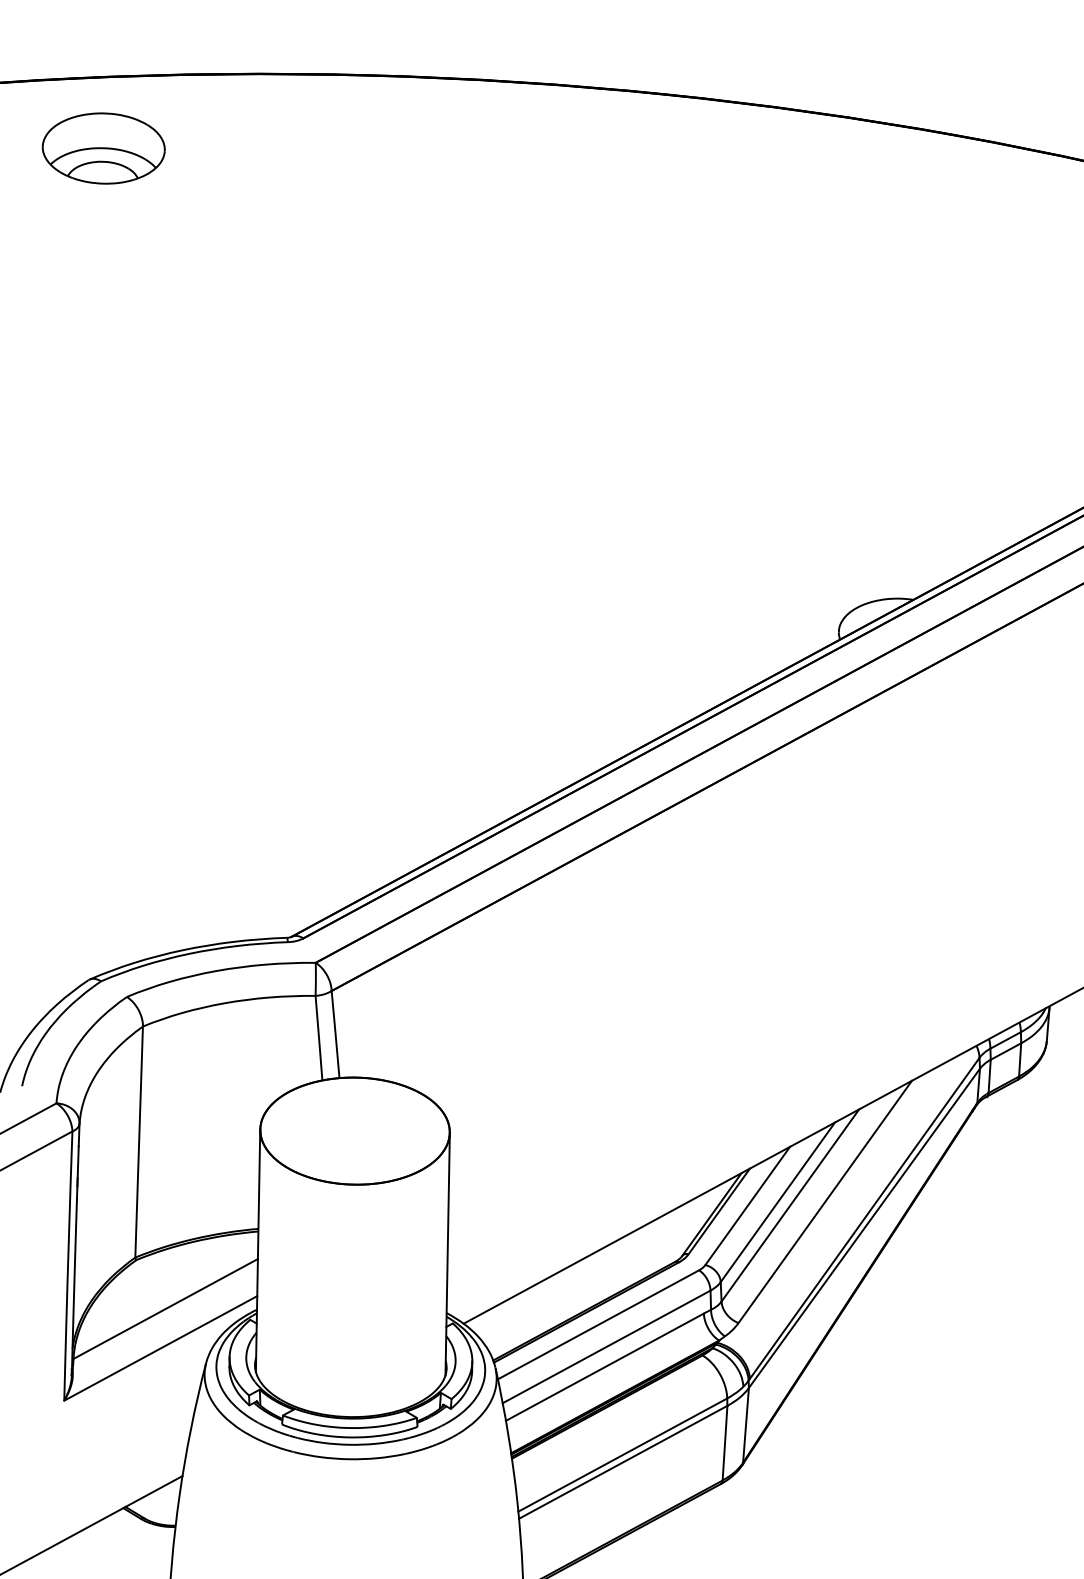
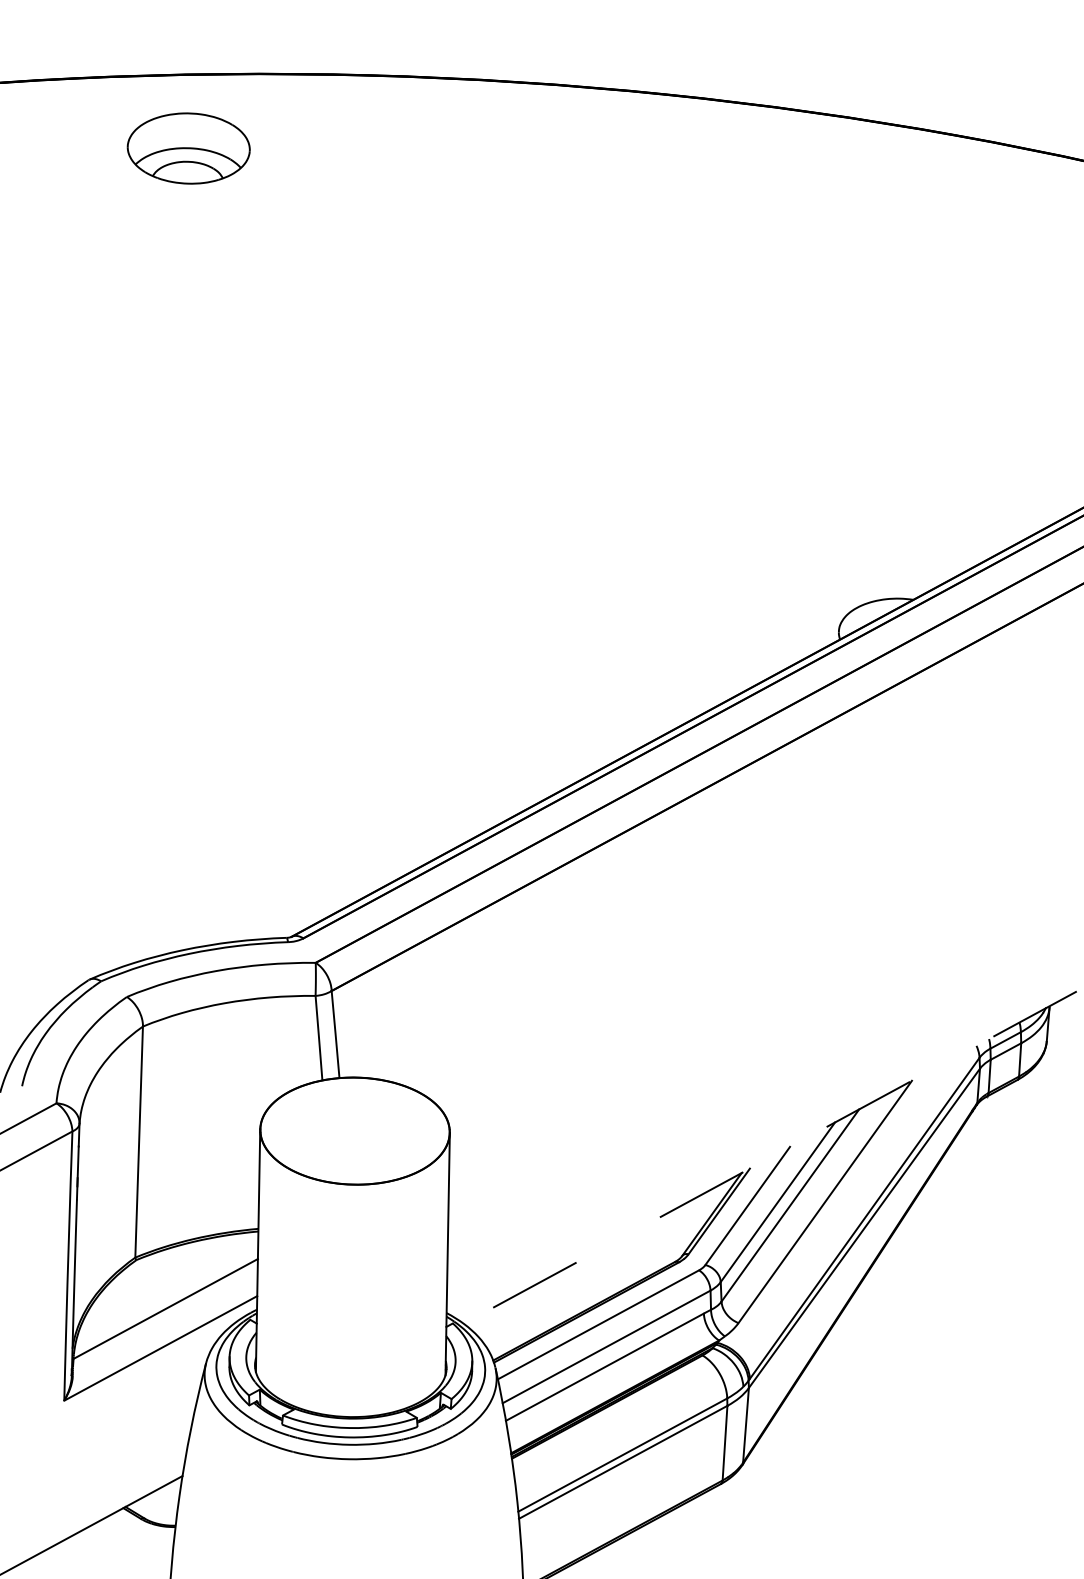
part at (103, 148) position: (103, 148) -> (188, 148)
line at (773, 1156): solid -> dashed
